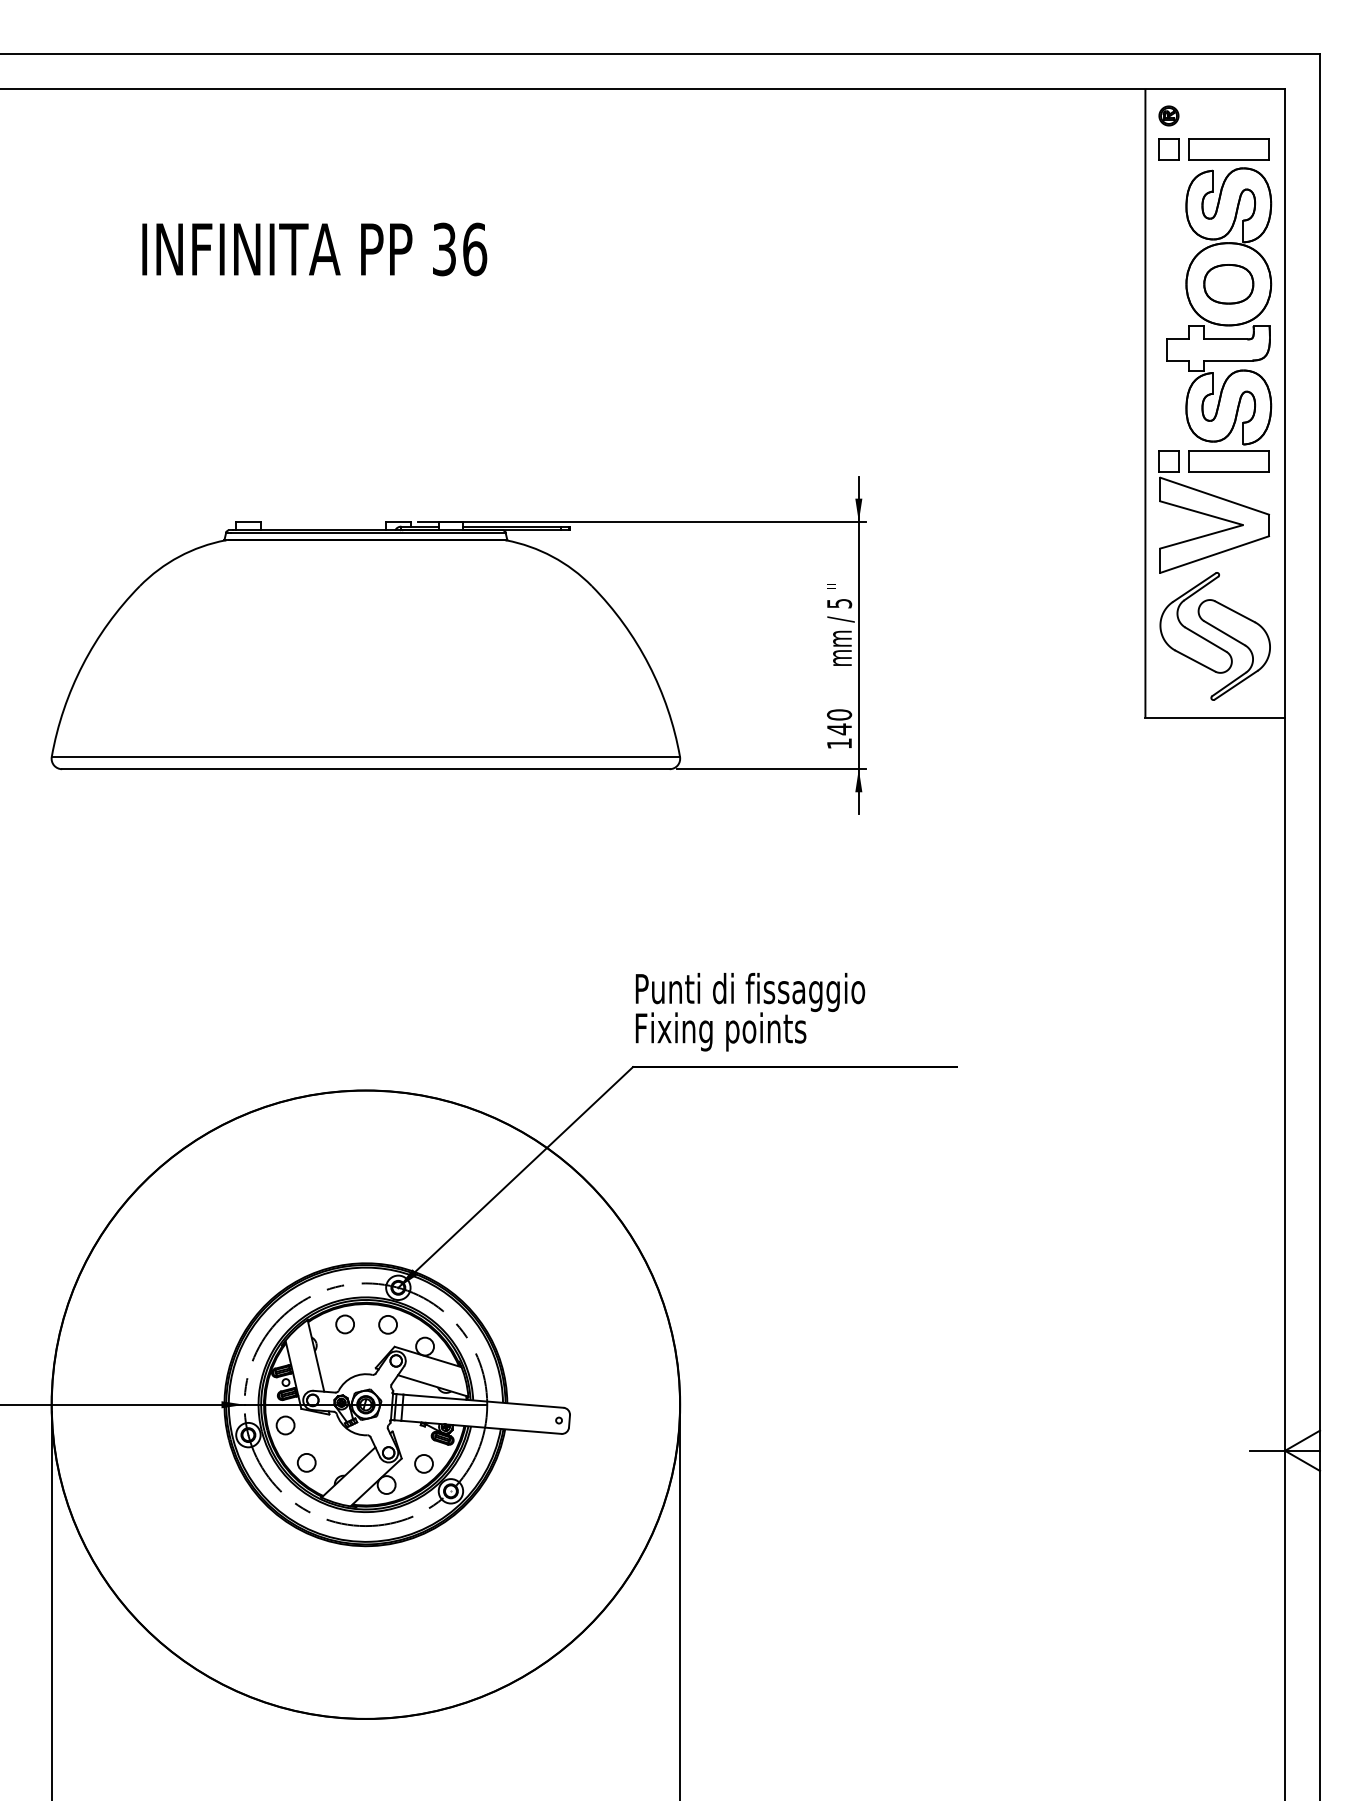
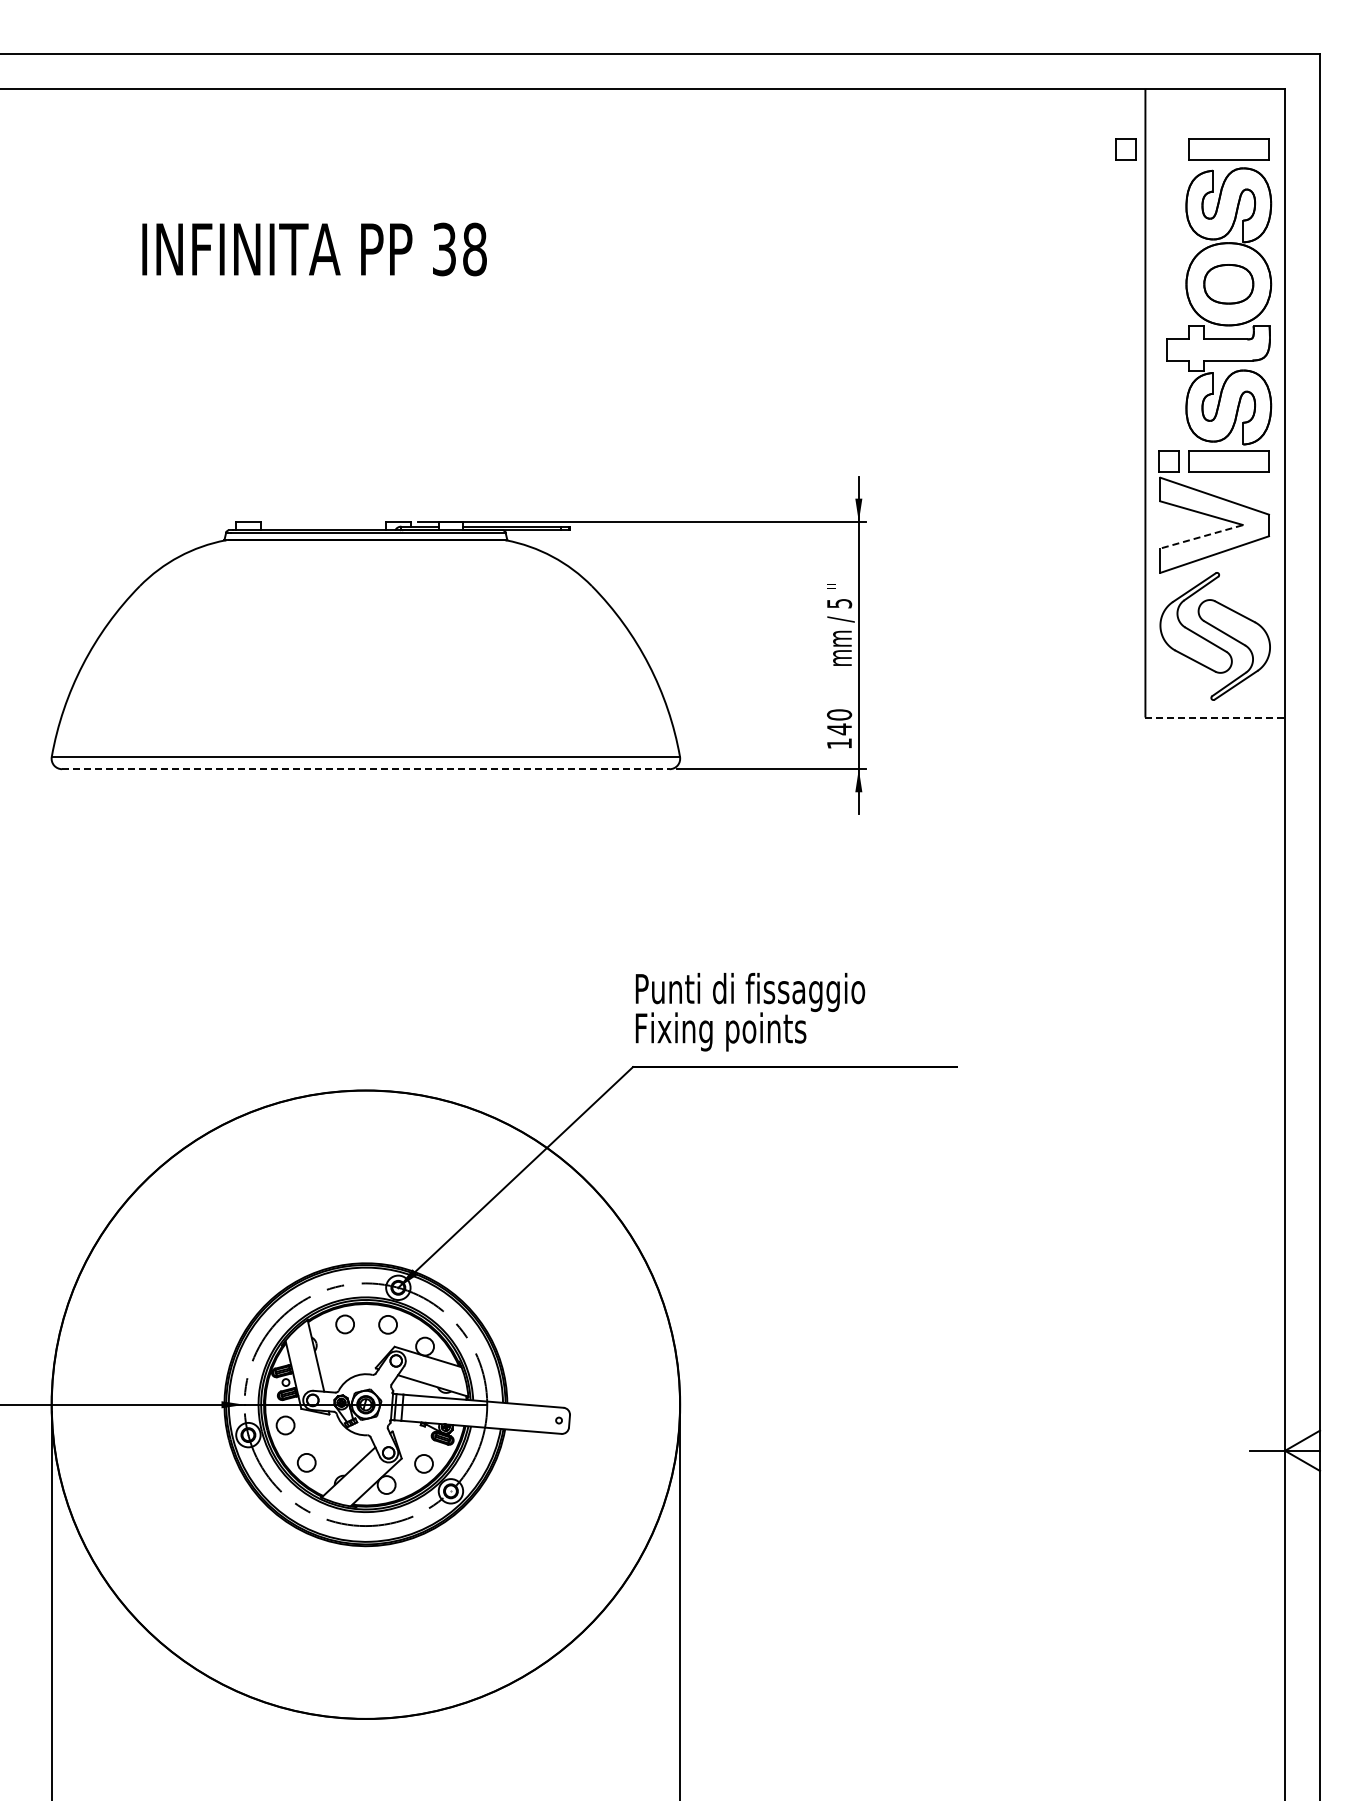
part at (1168, 115): present -> none
part at (1168, 149) position: (1168, 149) -> (1125, 149)
text at (475, 249): 36 -> 38
line at (1201, 536): solid -> dashed
line at (1215, 717): solid -> dashed
line at (365, 769): solid -> dashed
